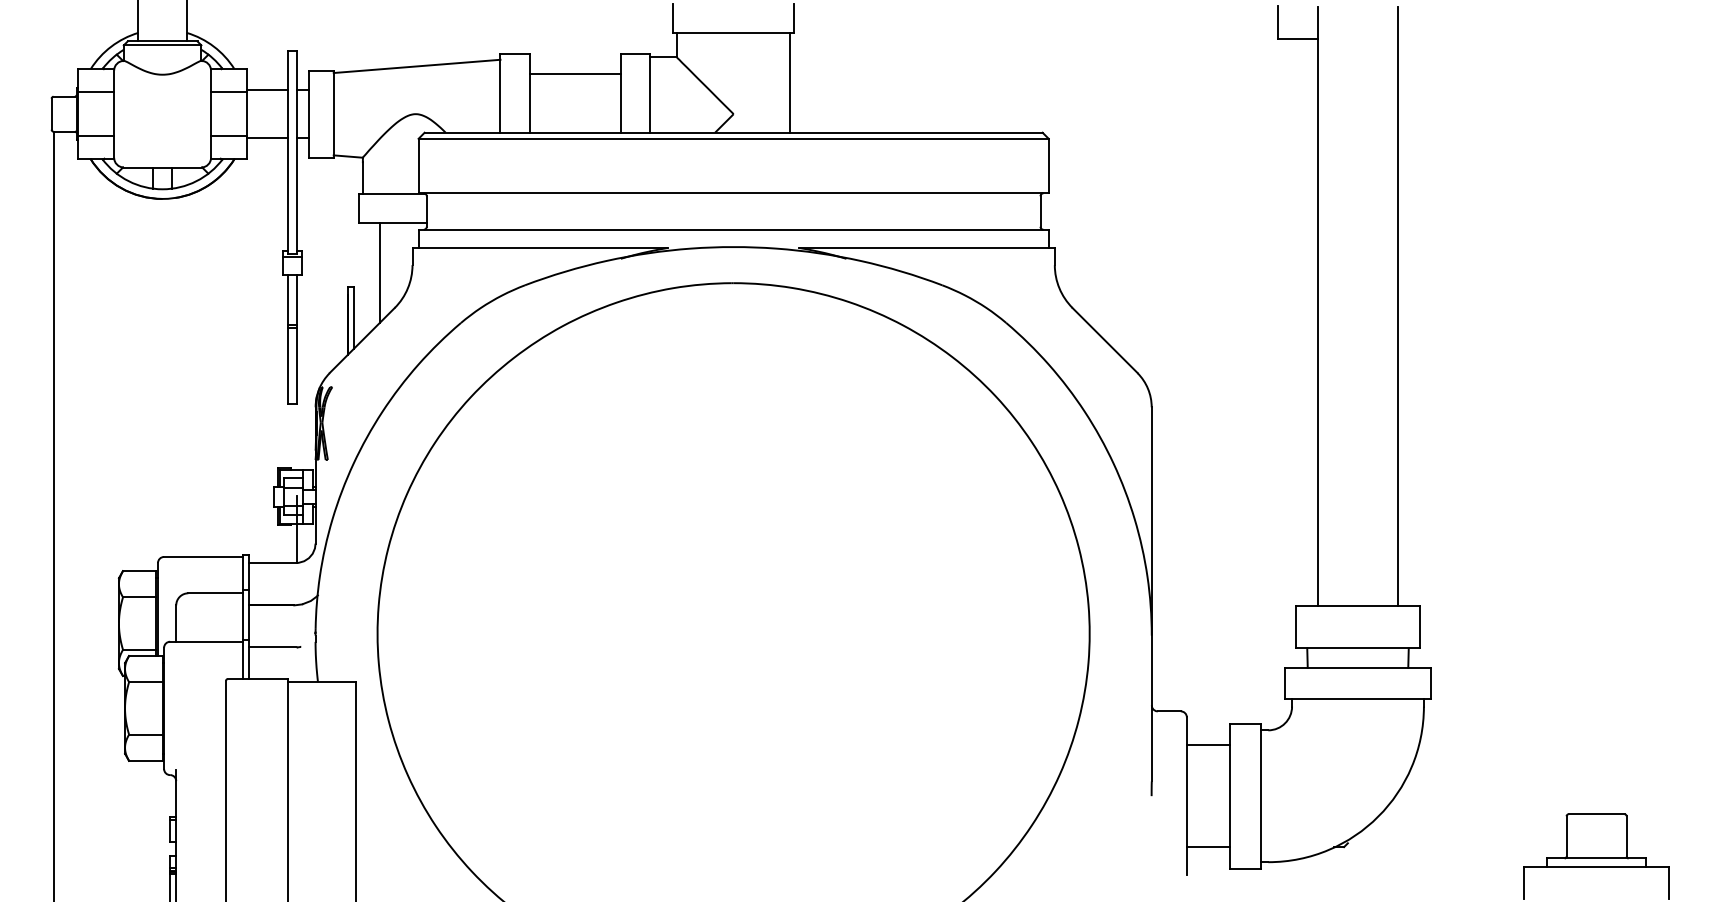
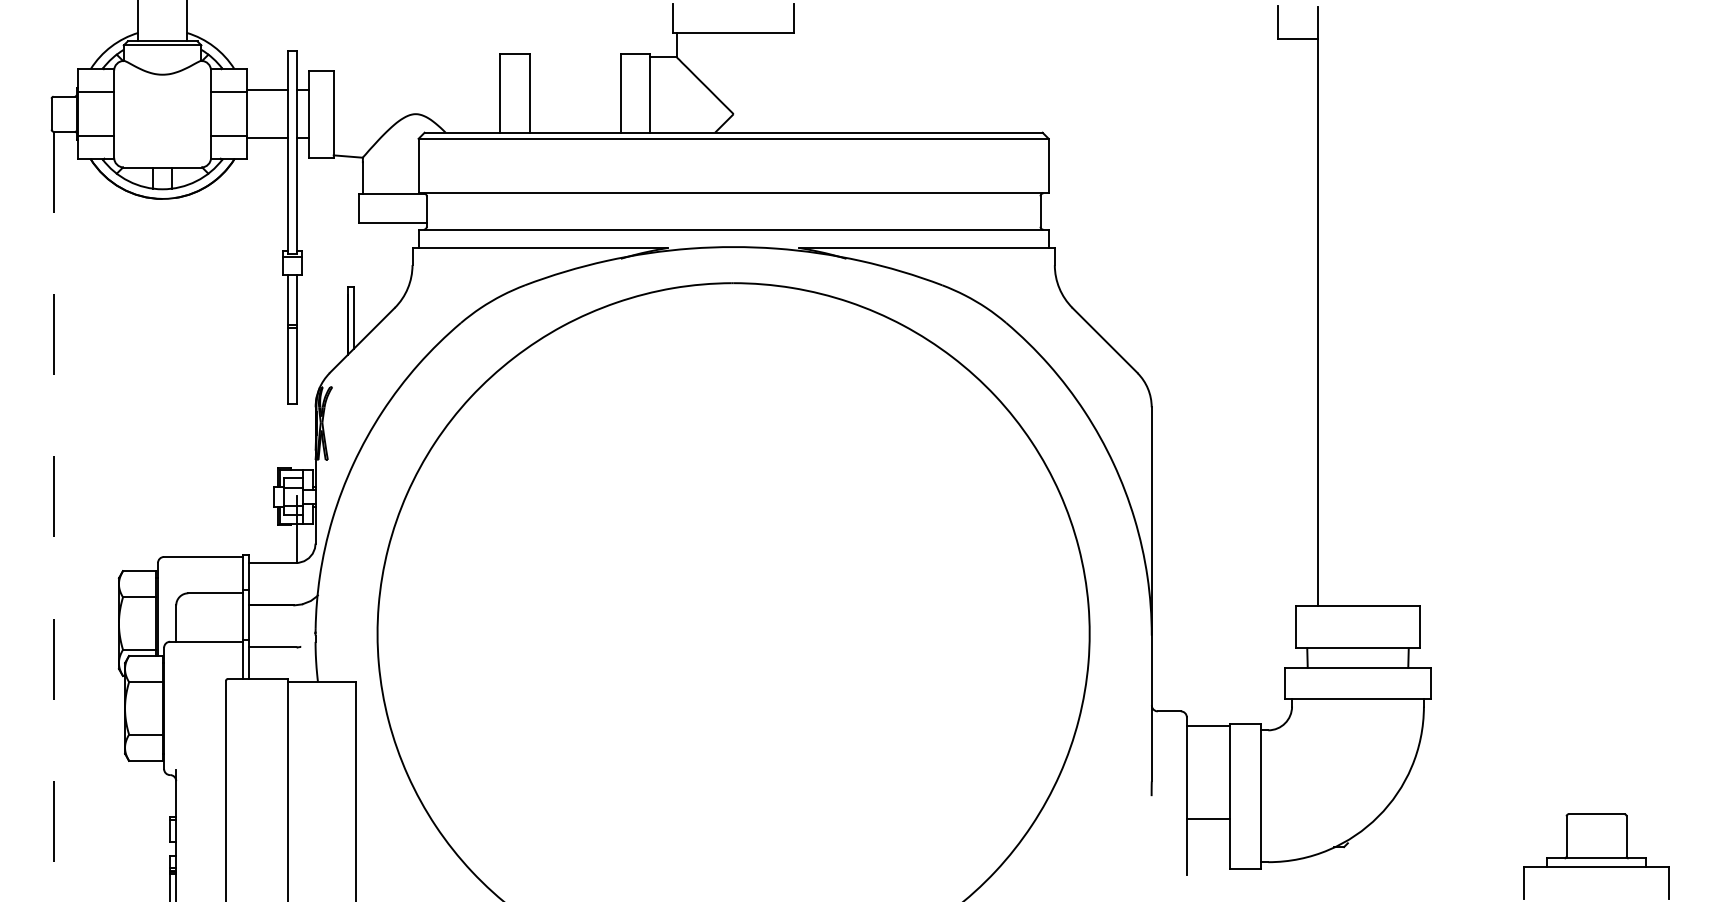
line at (416, 66): present -> none
line at (574, 74): present -> none
line at (790, 82): present -> none
line at (379, 273): present -> none
line at (1397, 305): present -> none
line at (53, 516): solid -> dashed
line at (1207, 745) position: (1207, 745) -> (1207, 726)
line at (1207, 847) position: (1207, 847) -> (1207, 819)
